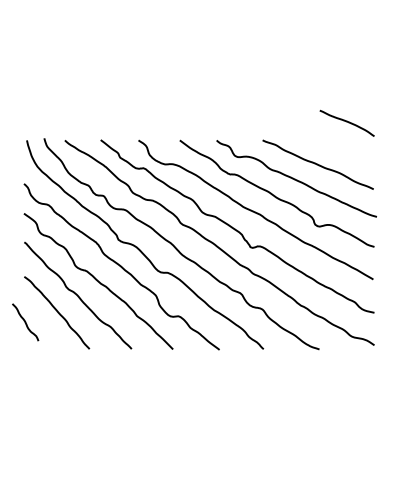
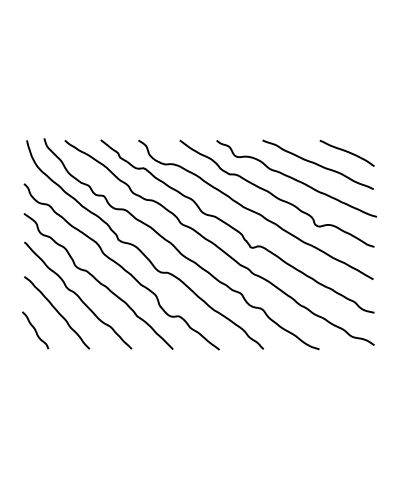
curve at (346, 122) position: (346, 122) -> (346, 152)
curve at (25, 322) position: (25, 322) -> (35, 330)
